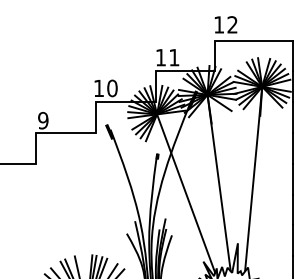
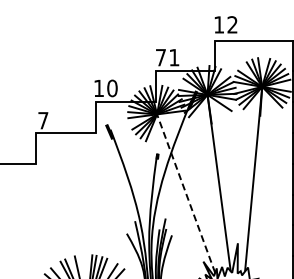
text at (160, 57): 11 -> 71
text at (43, 120): 9 -> 7
line at (185, 193): solid -> dashed
